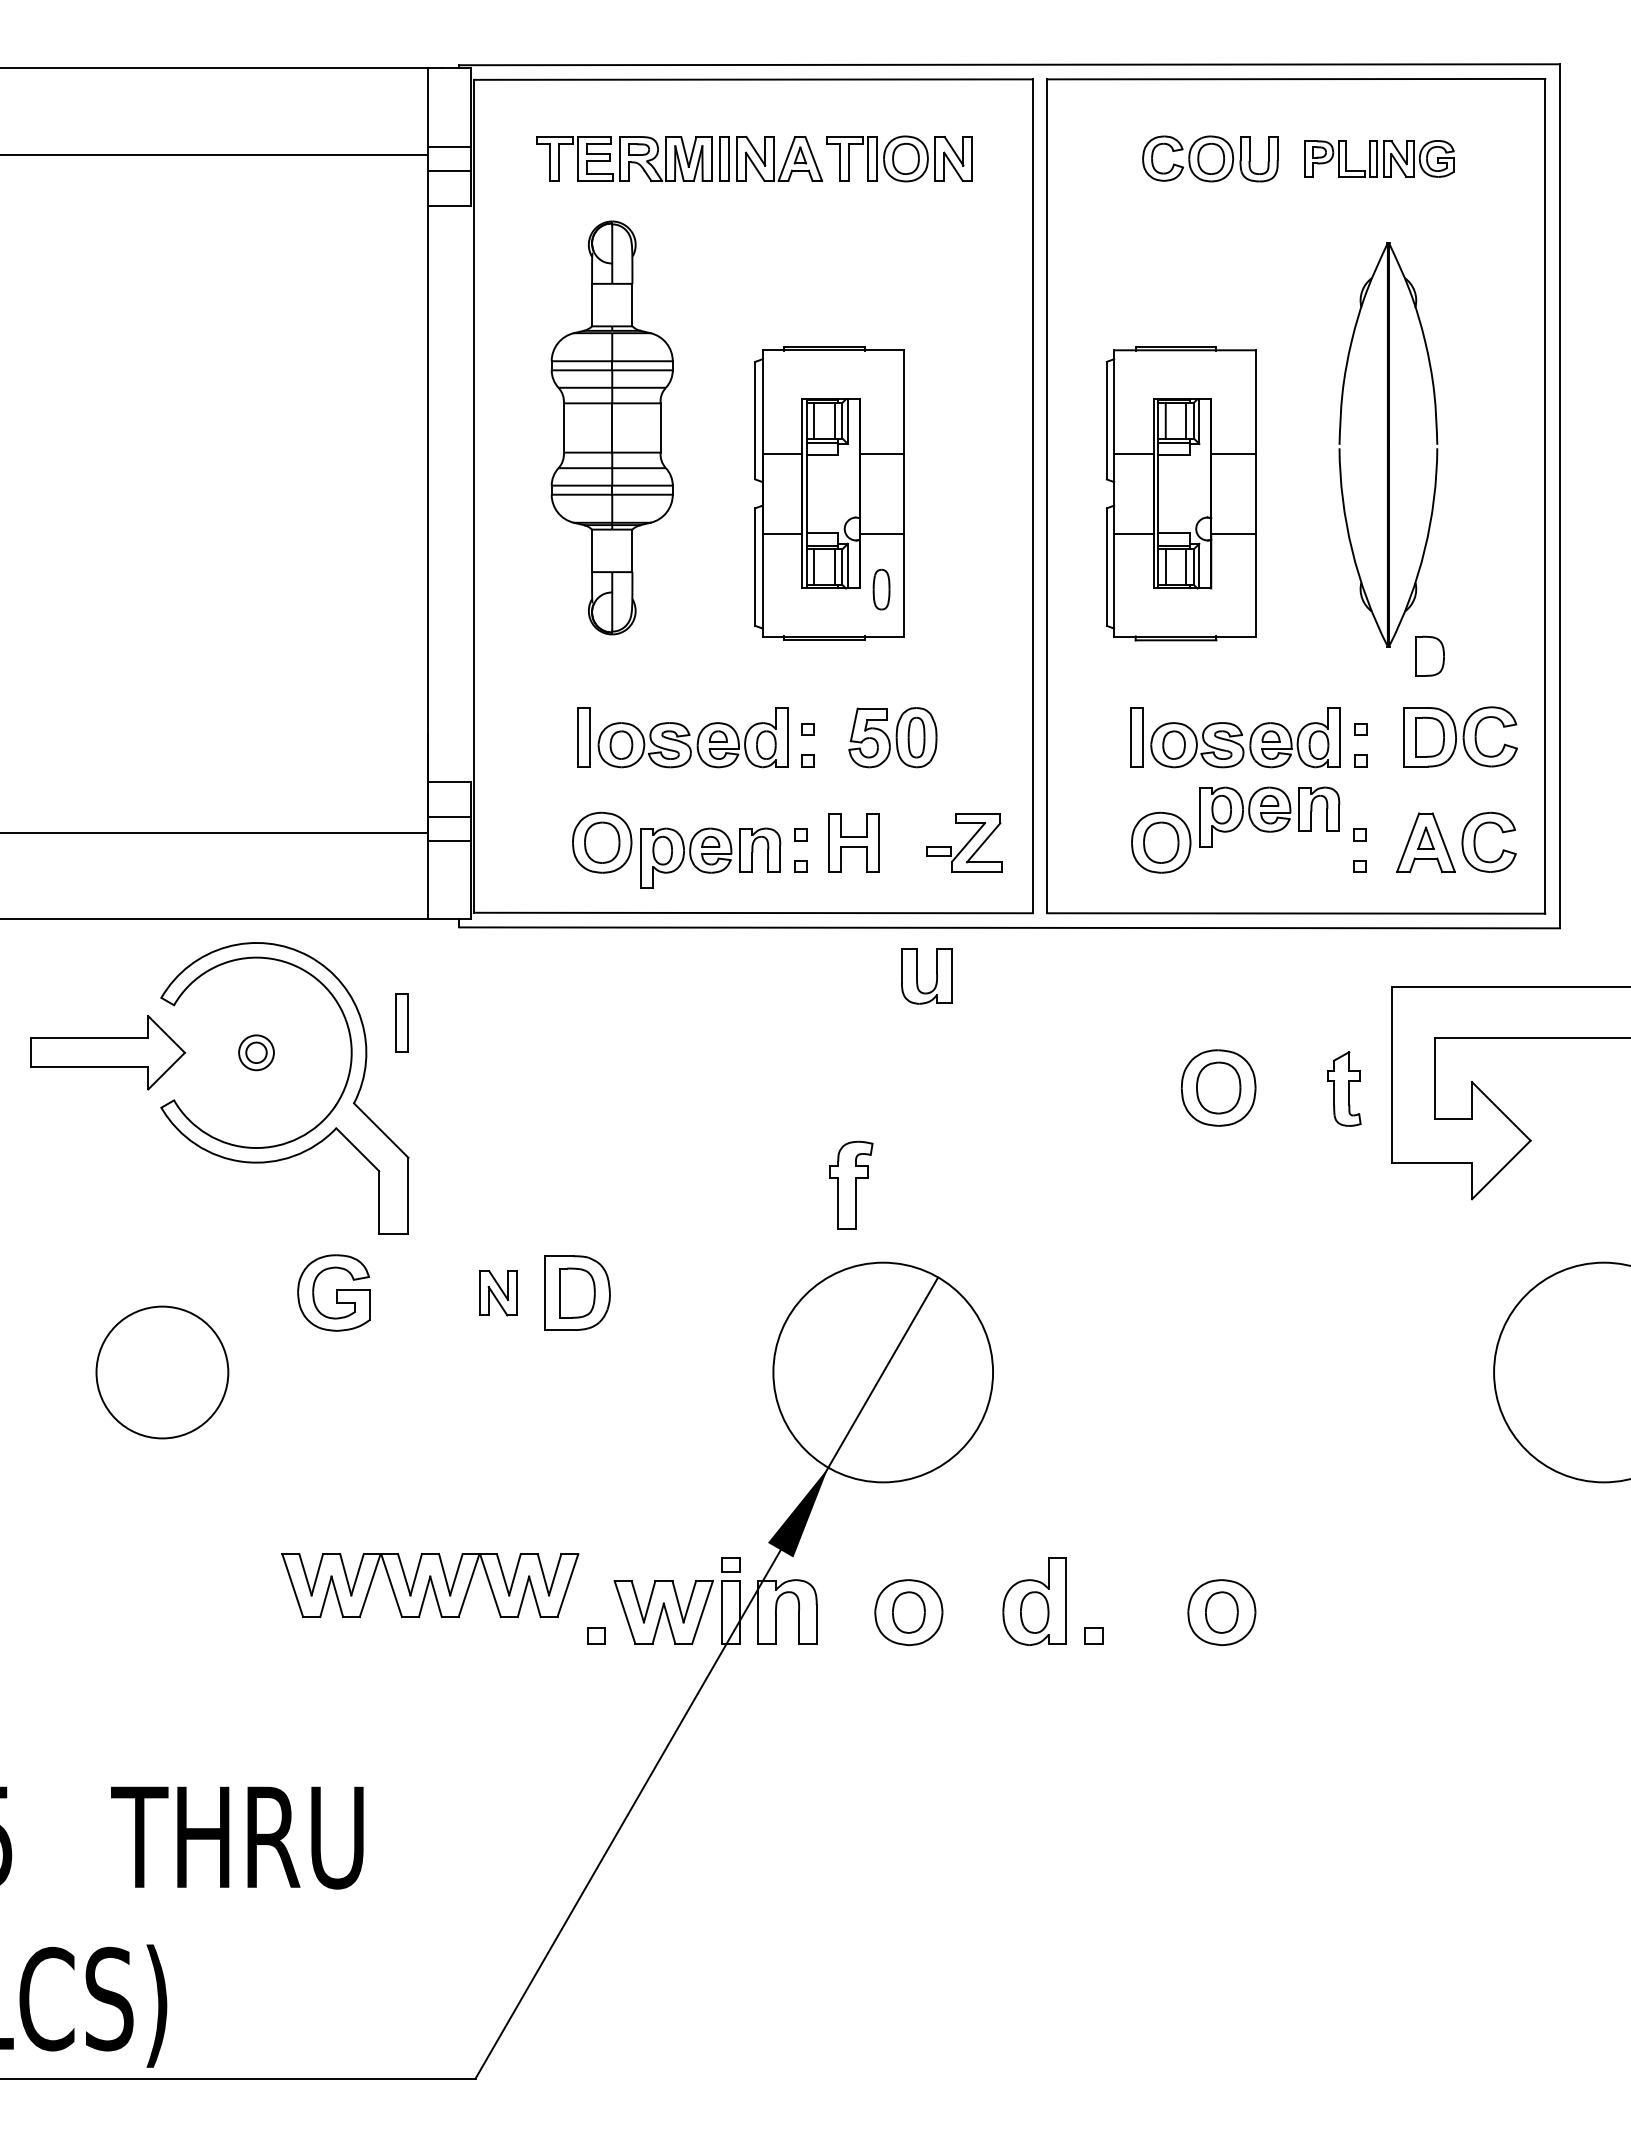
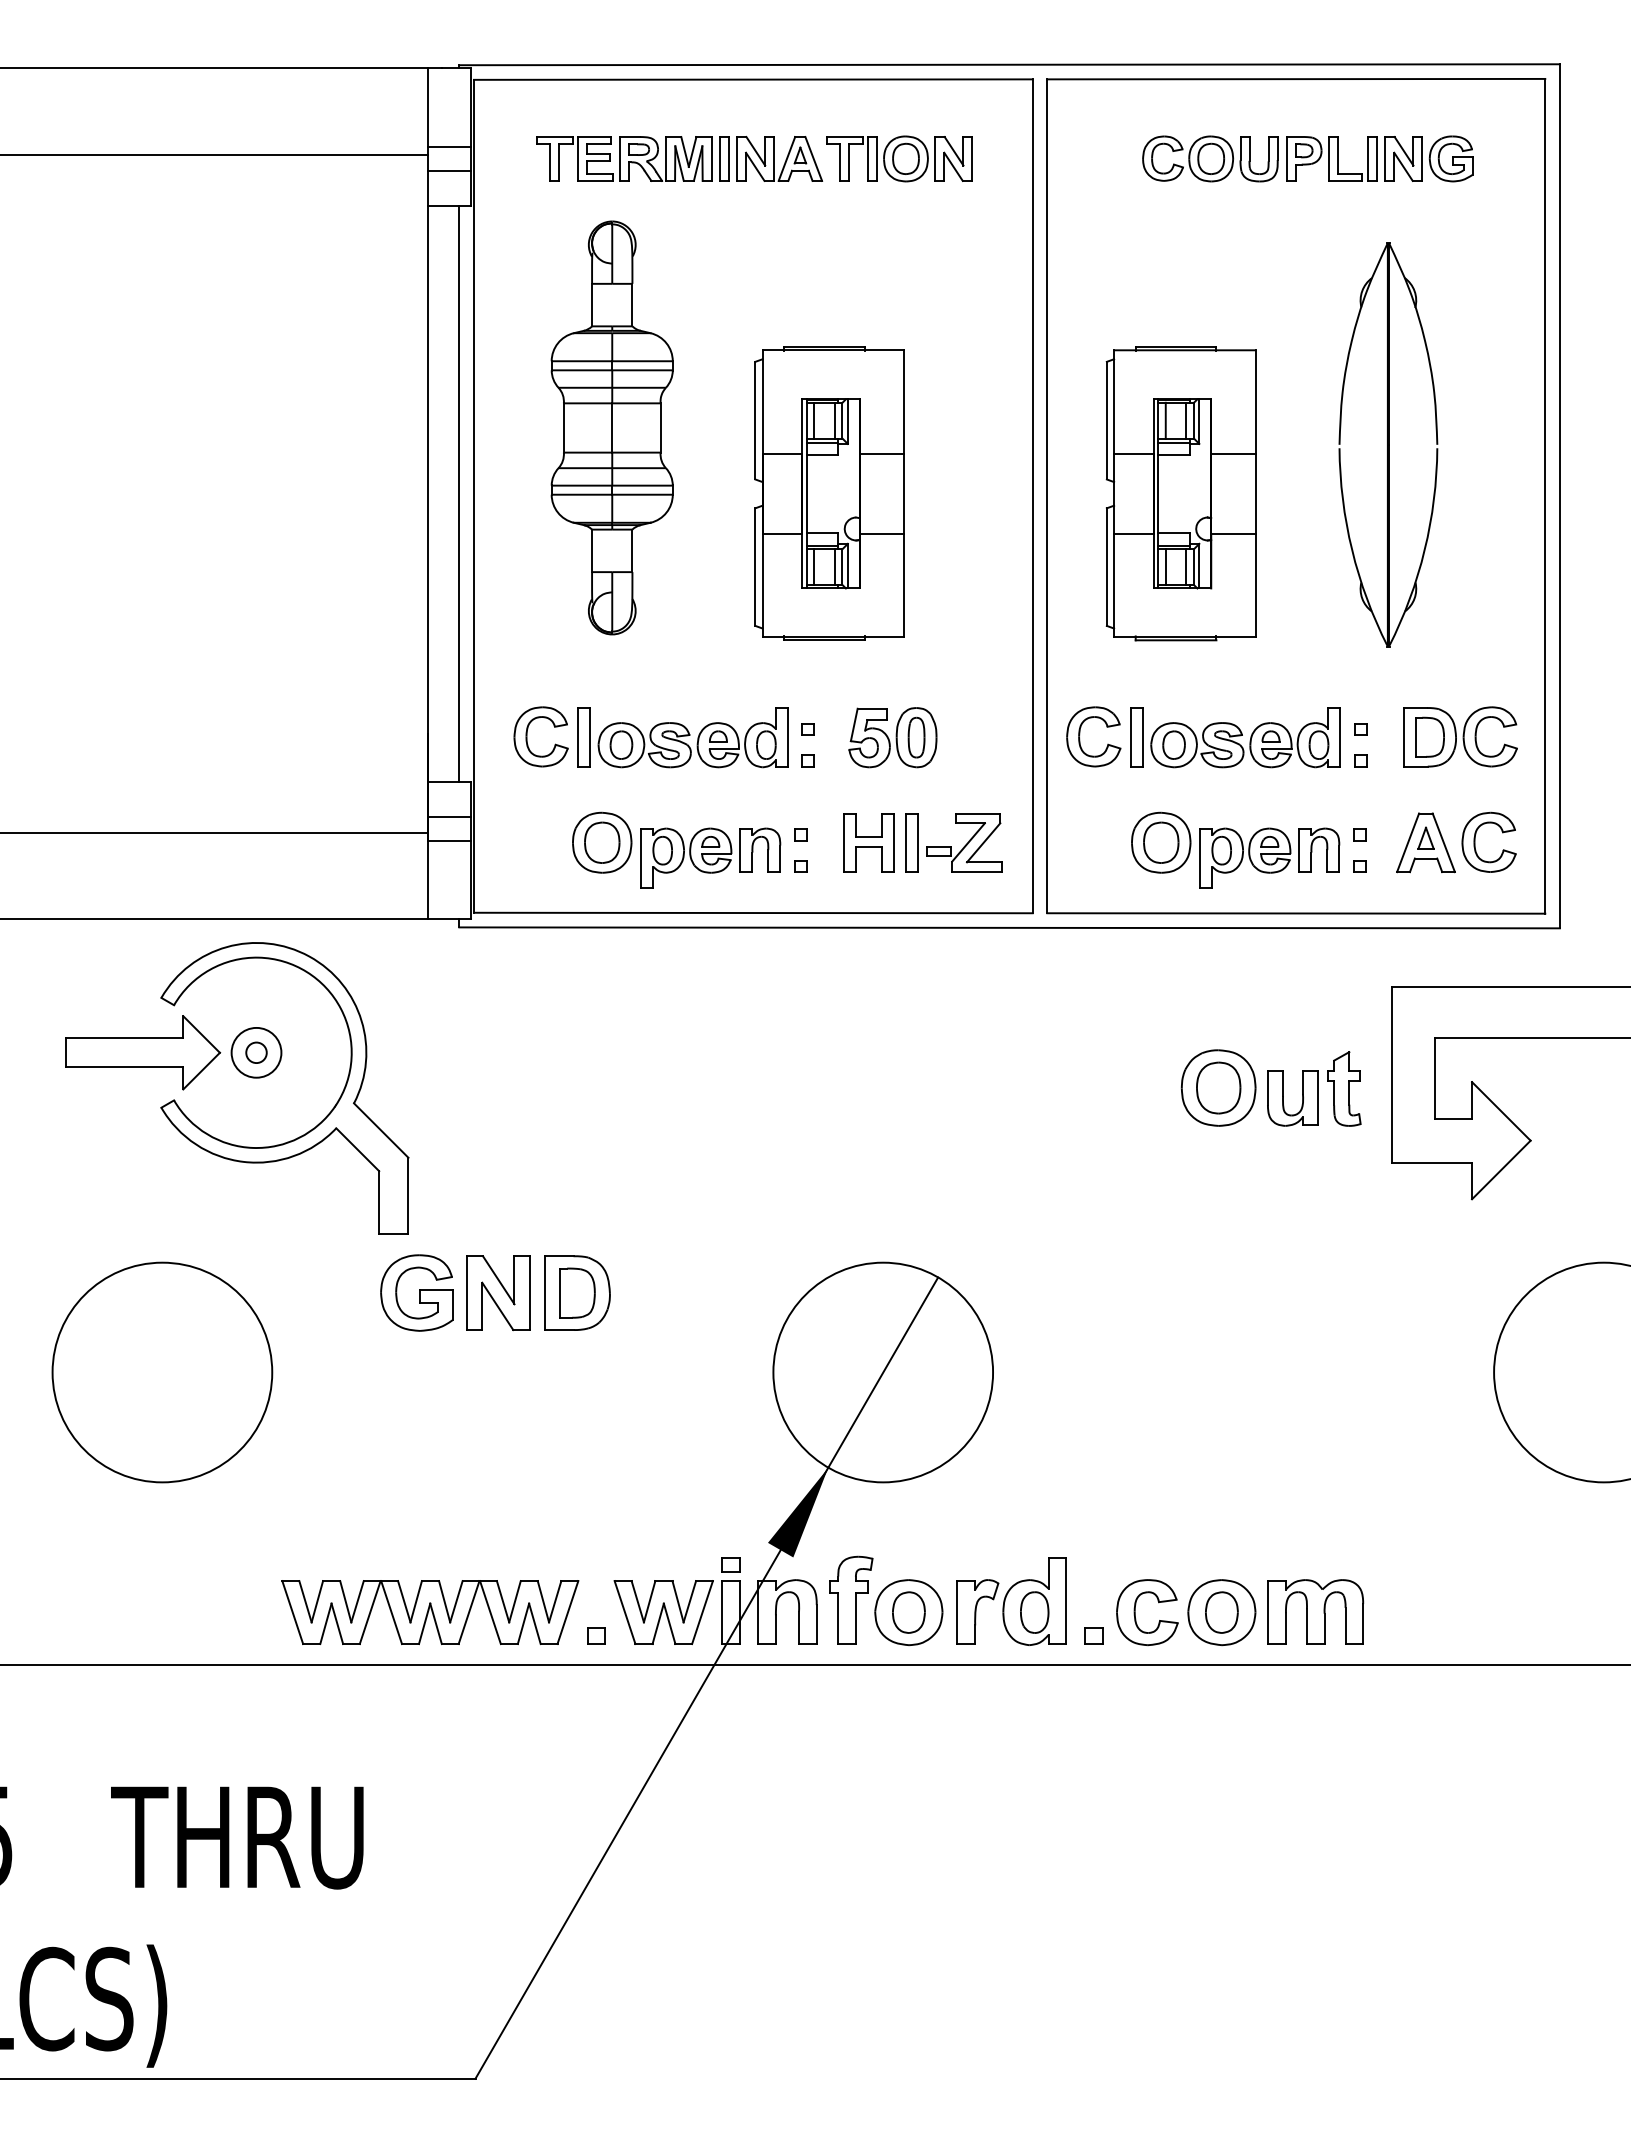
part at (1379, 158) size: 151x38 px -> 188x48 px
line at (459, 493): none -> present
part at (881, 589): present -> none
part at (1429, 655): present -> none
part at (1080, 734): none -> present
part at (527, 736): none -> present
part at (1269, 816) position: (1269, 816) -> (1269, 857)
part at (853, 842) position: (853, 842) -> (868, 842)
part at (917, 976) position: (917, 976) -> (1283, 1098)
part at (401, 1022) position: (401, 1022) -> (911, 842)
part at (108, 1052) position: (108, 1052) -> (143, 1052)
circle at (256, 1052) diameter: 35 px -> 50 px
part at (851, 1184) position: (851, 1184) -> (851, 1599)
part at (333, 1292) position: (333, 1292) -> (416, 1292)
part at (498, 1293) size: 39x47 px -> 65x77 px
circle at (162, 1372) diameter: 132 px -> 220 px
part at (430, 1585) position: (430, 1585) -> (430, 1612)
part at (977, 1611): none -> present
part at (1315, 1611): none -> present
part at (1135, 1612): none -> present
line at (814, 1665): none -> present
